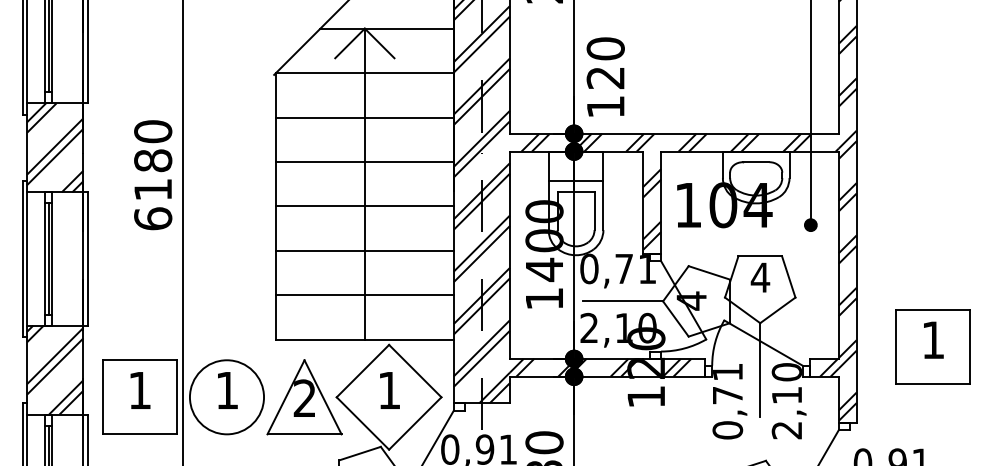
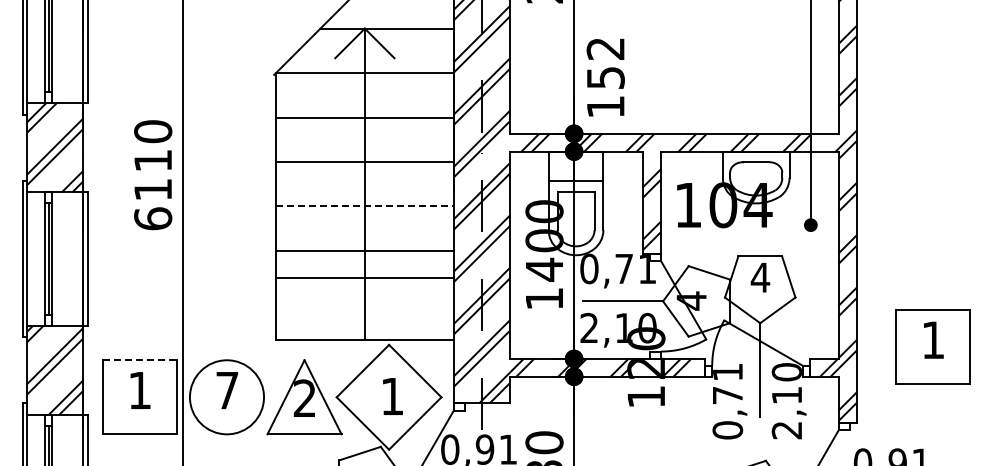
text at (605, 62): 120 -> 152
text at (153, 160): 6180 -> 6110
line at (364, 206): solid -> dashed
line at (364, 295) position: (364, 295) -> (364, 278)
line at (140, 360): solid -> dashed
text at (227, 390): 1 -> 7
text at (389, 390) position: (389, 390) -> (392, 396)
